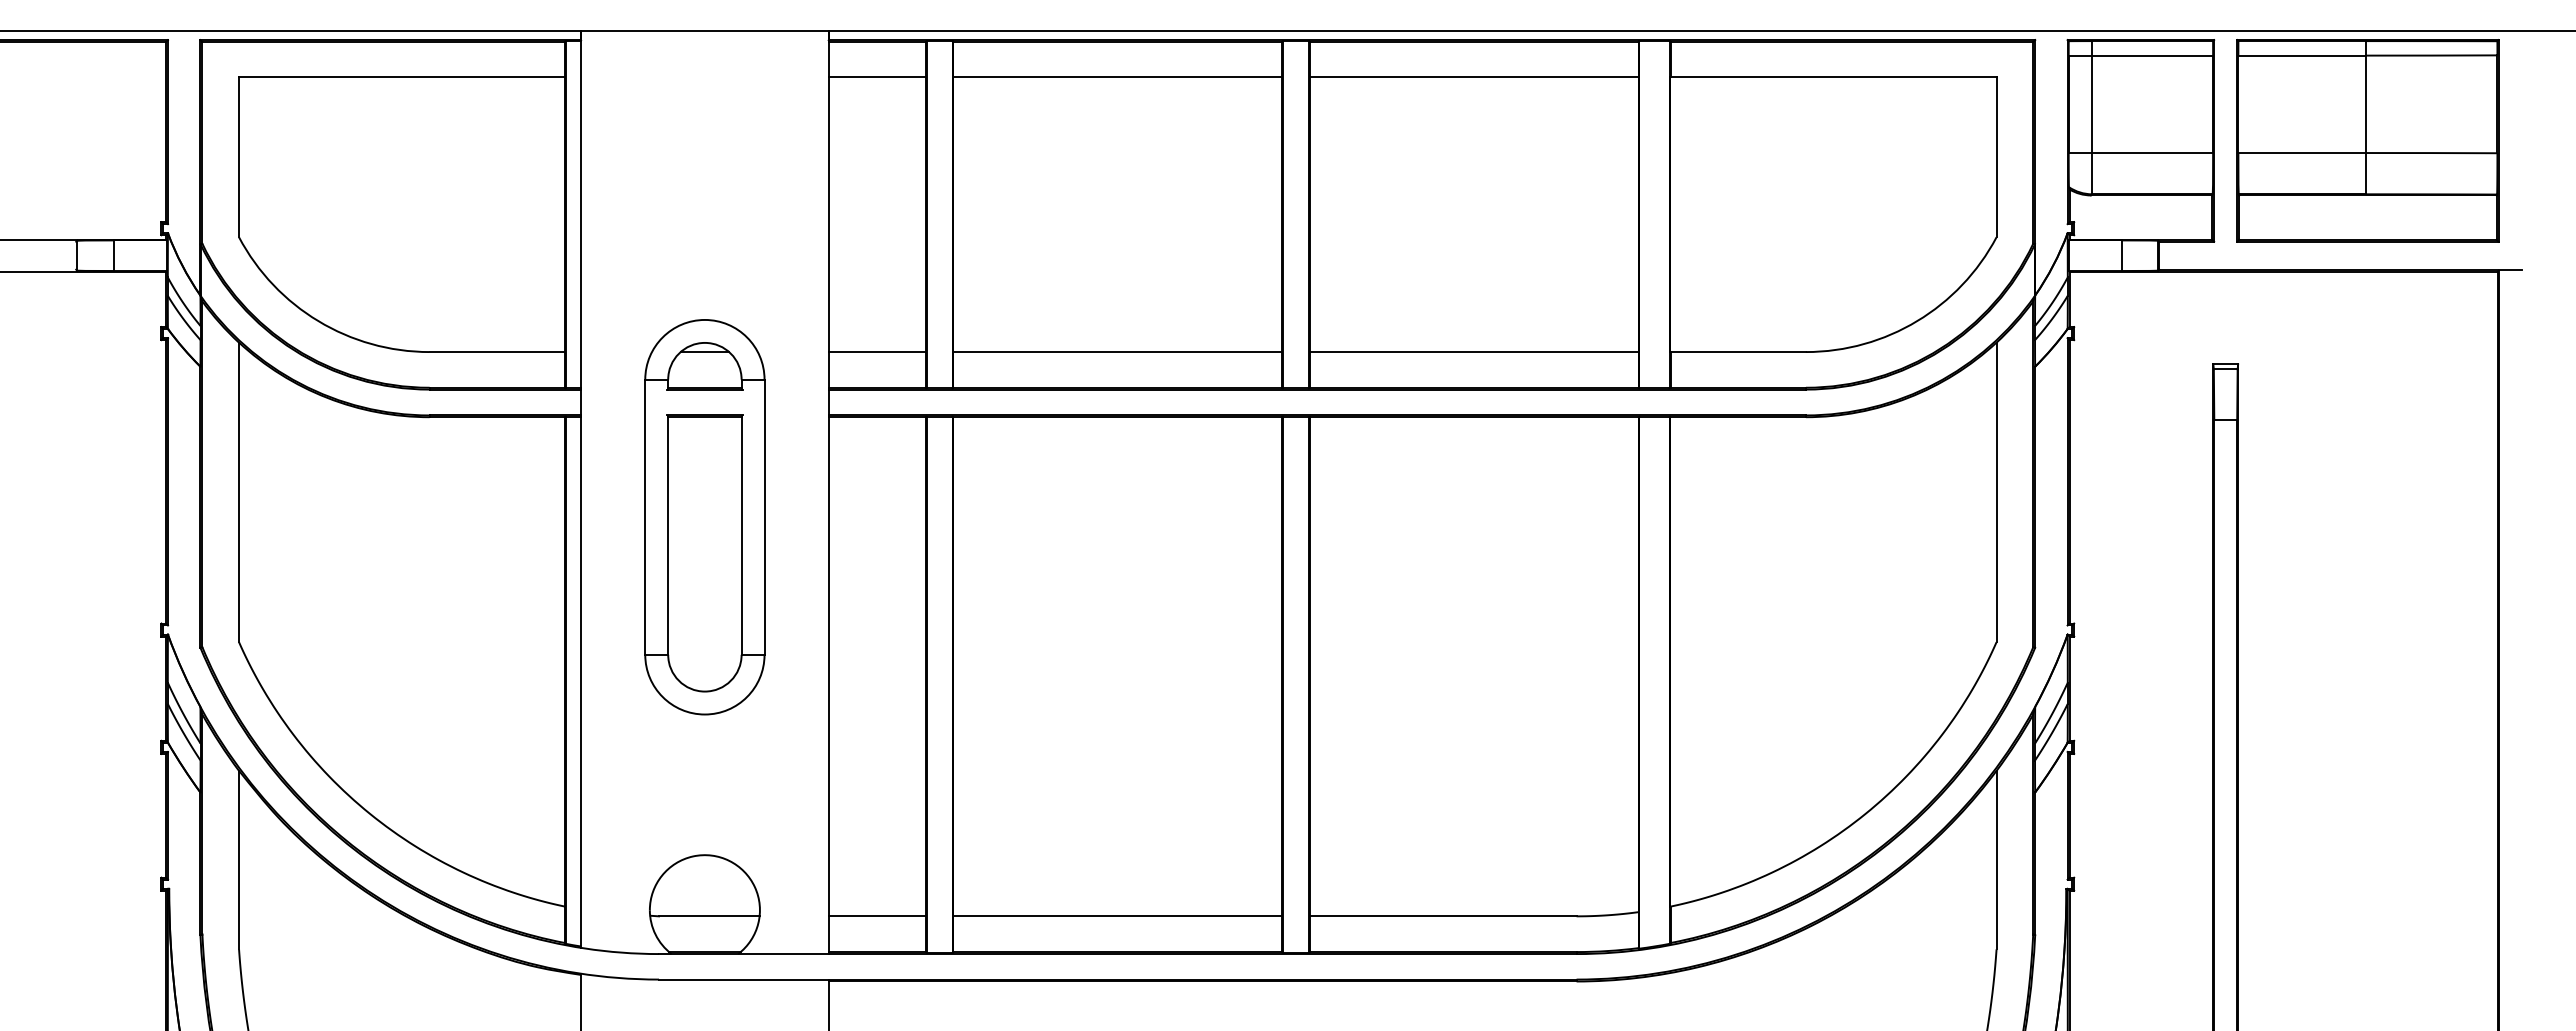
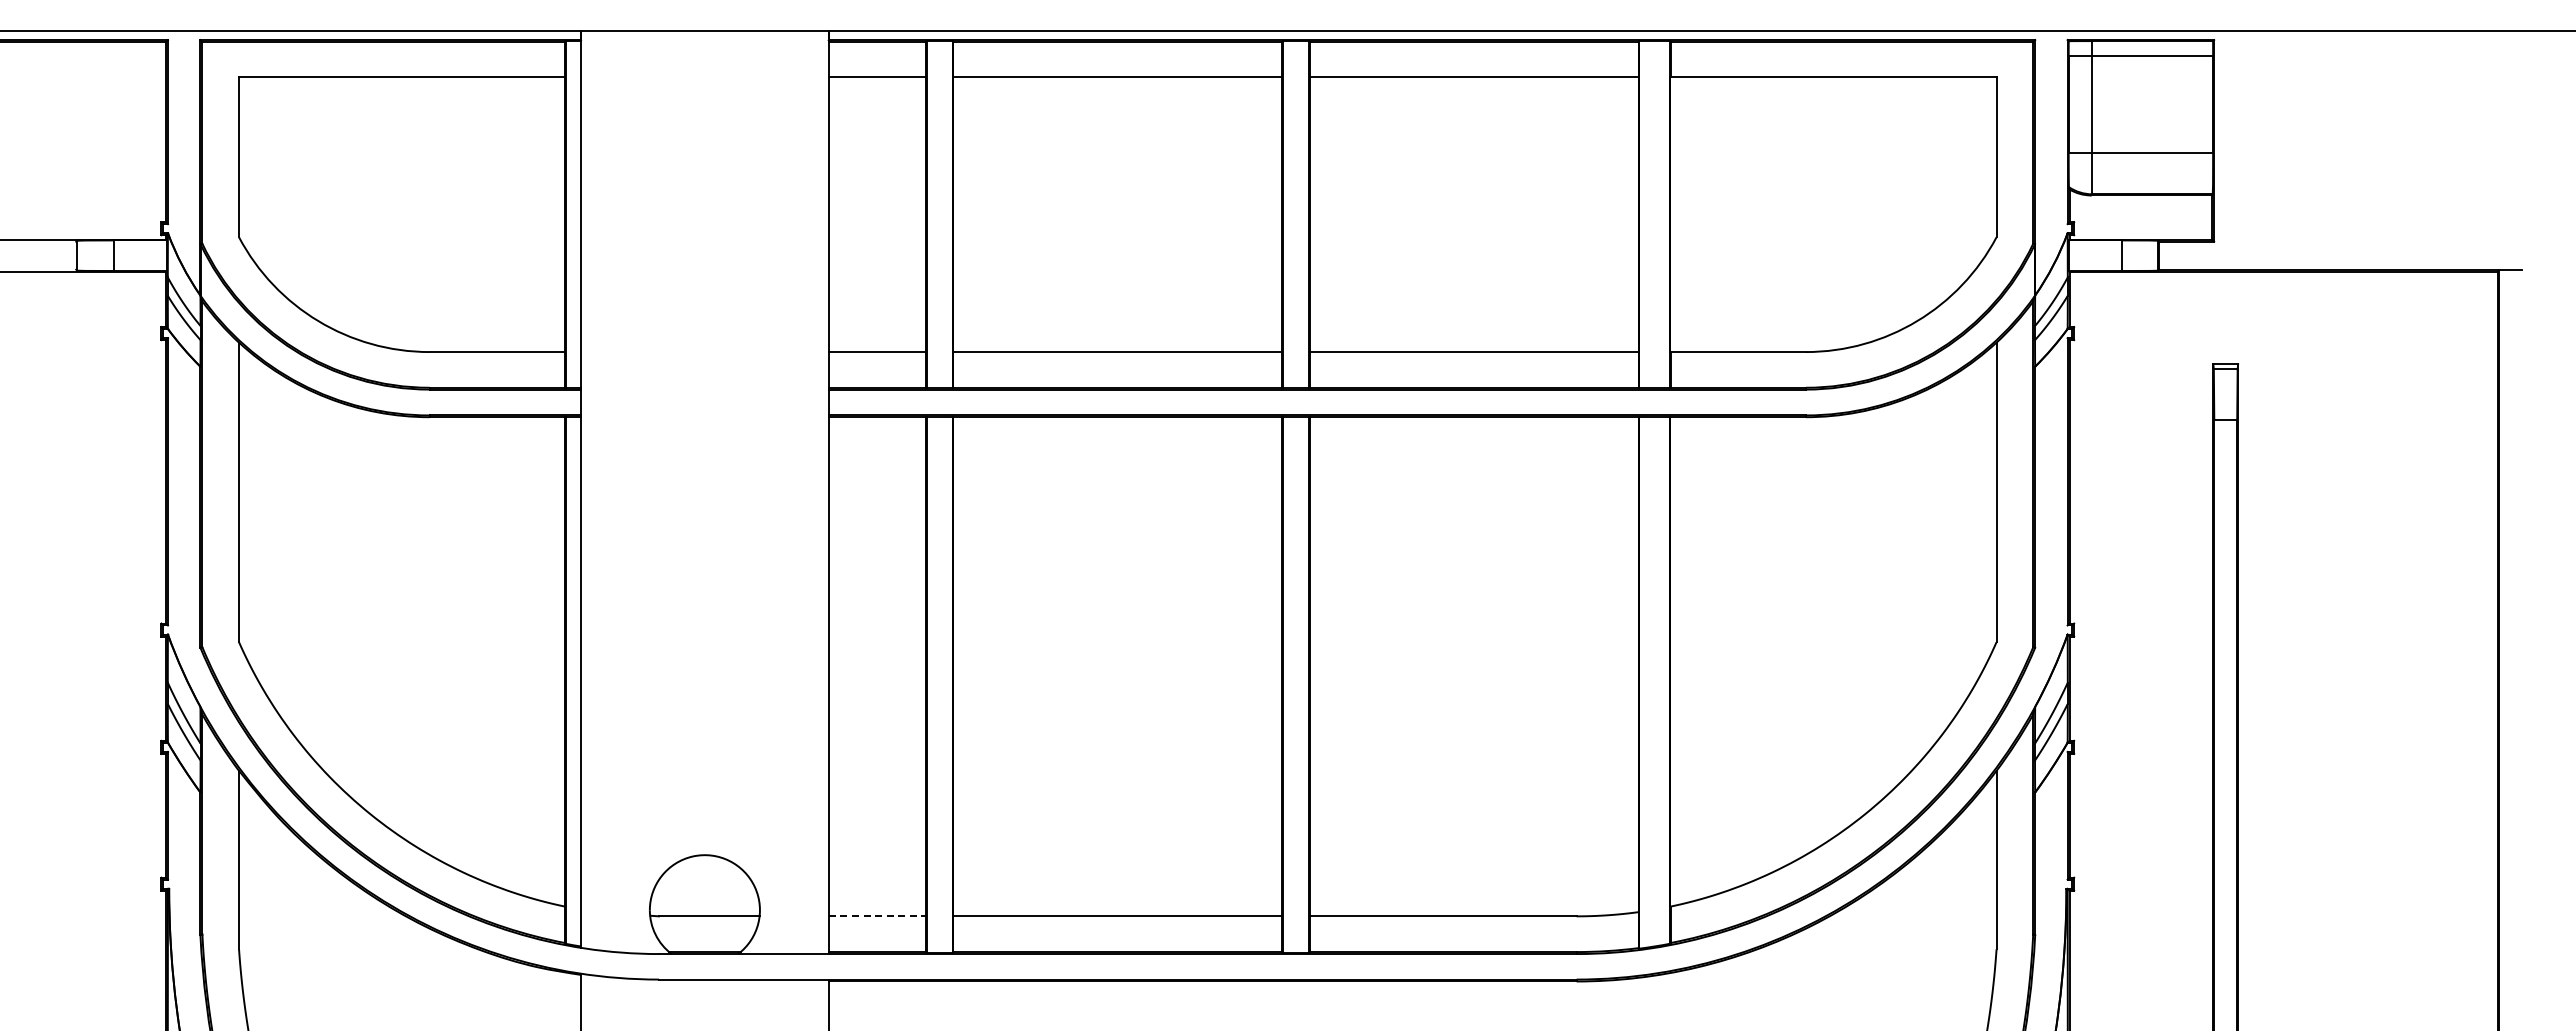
part at (2367, 140): present -> none
part at (704, 517): present -> none
line at (877, 916): solid -> dashed
